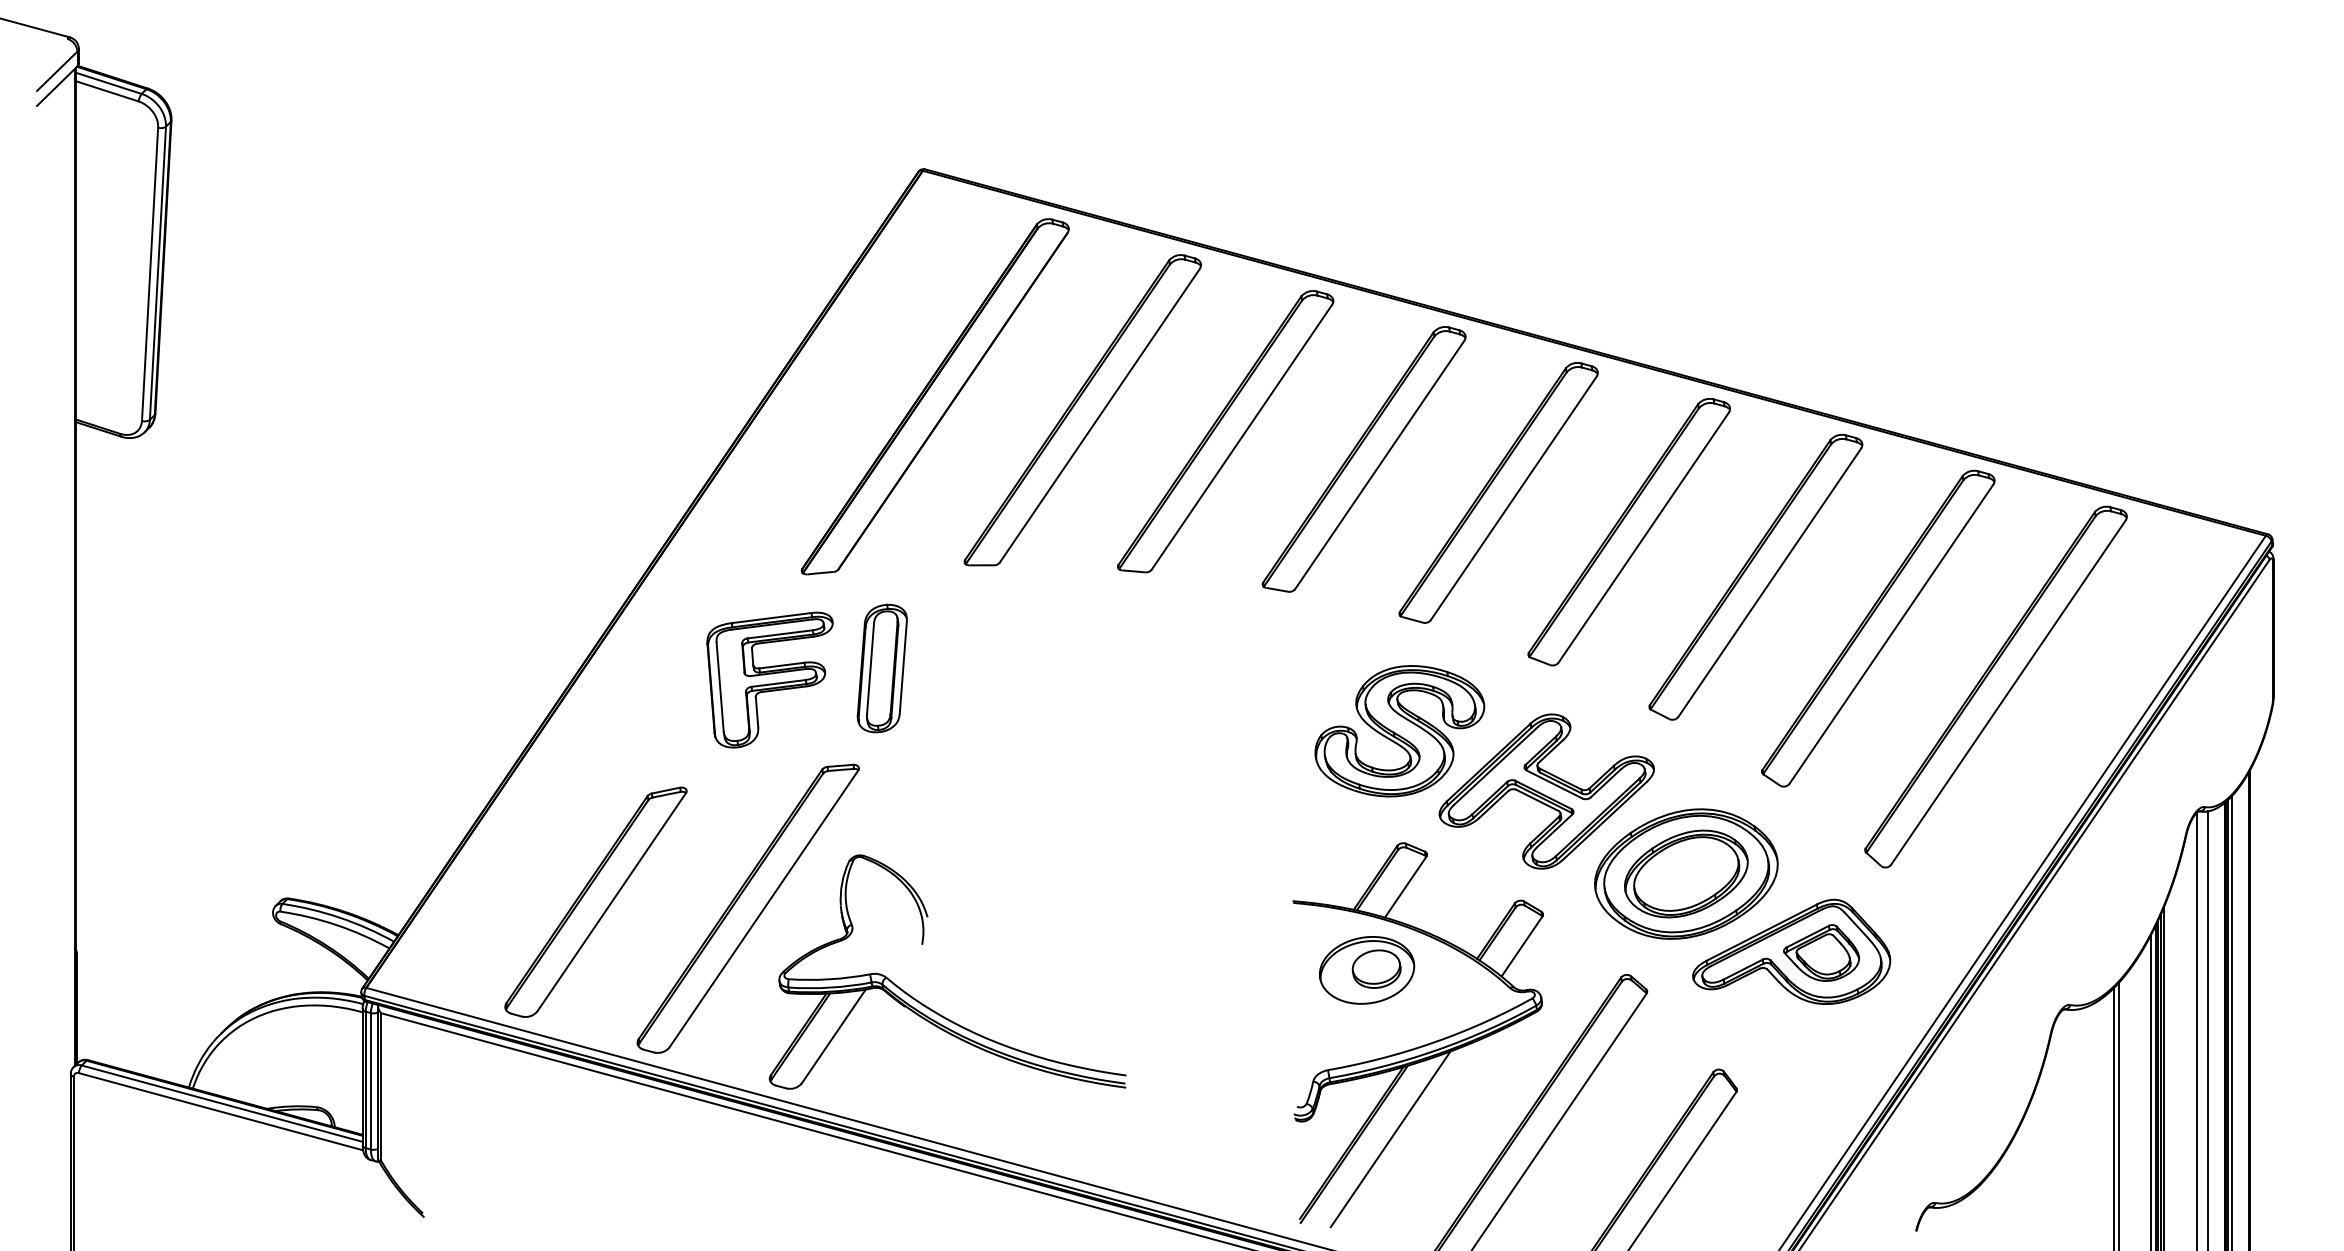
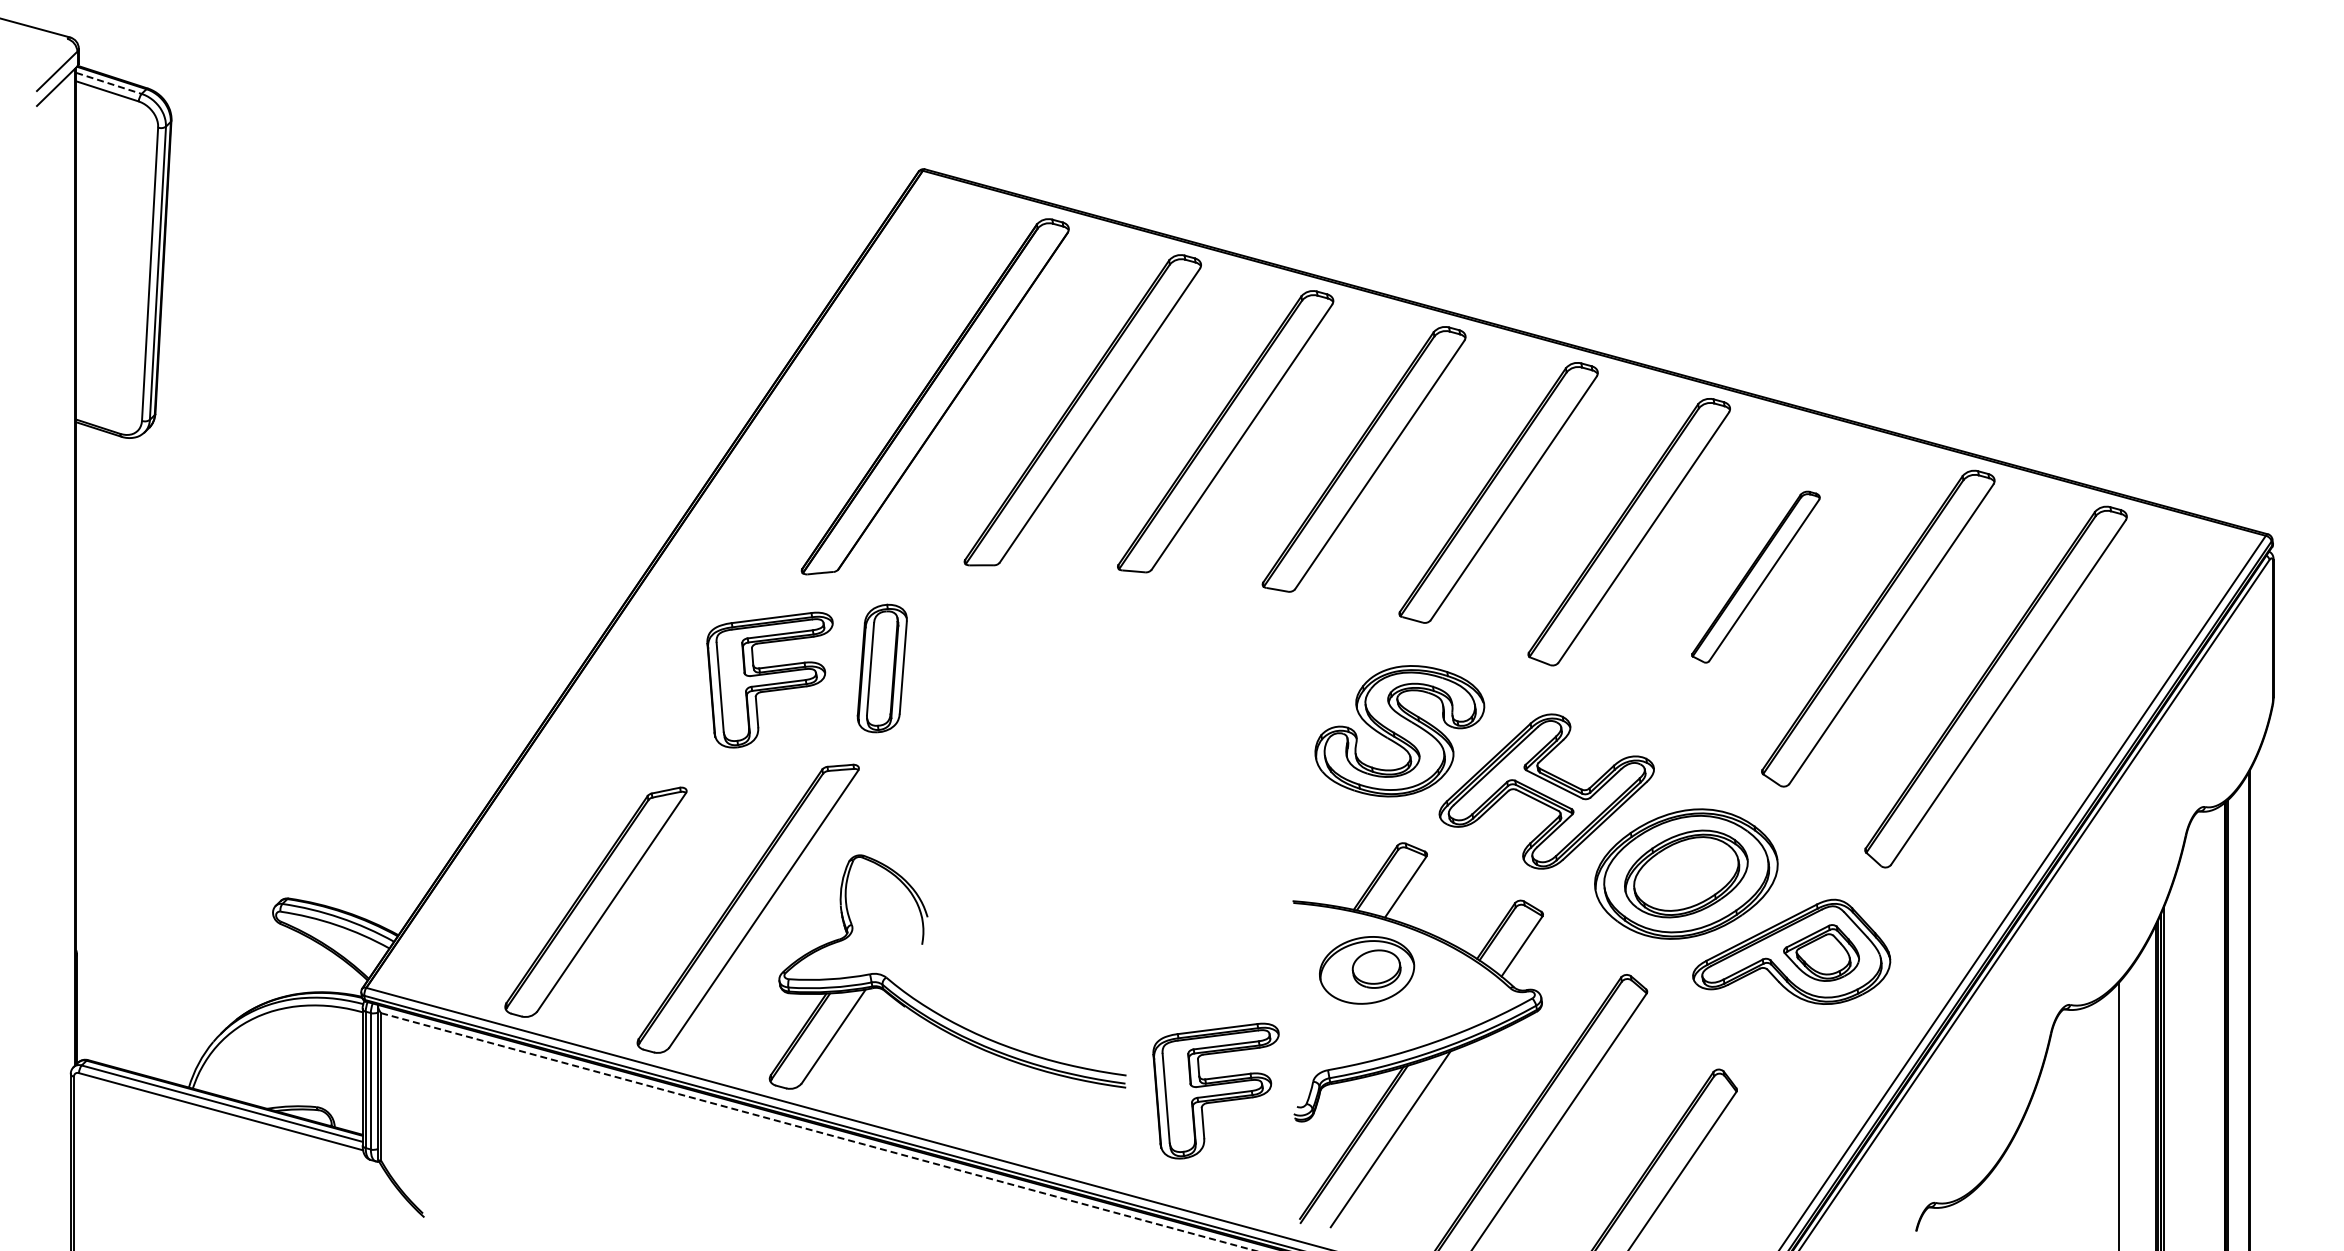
line at (109, 83): solid -> dashed
part at (1755, 576) size: 216x288 px -> 130x174 px
line at (2231, 1021): present -> none
line at (2207, 1029): present -> none
line at (2196, 1030): present -> none
part at (1215, 1090): none -> present
line at (2151, 1090): present -> none
line at (2114, 1117): present -> none
line at (818, 1132): solid -> dashed
